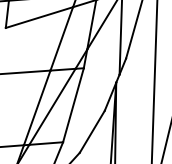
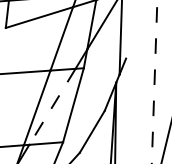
line at (133, 30): present -> none
line at (154, 81): solid -> dashed
line at (52, 107): solid -> dashed
